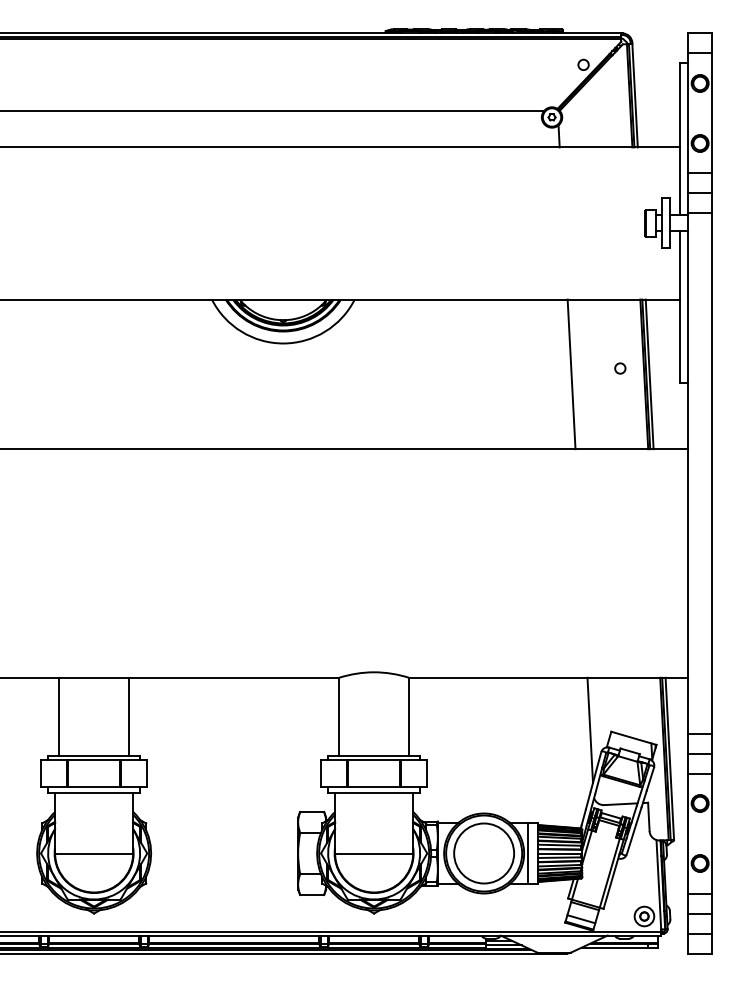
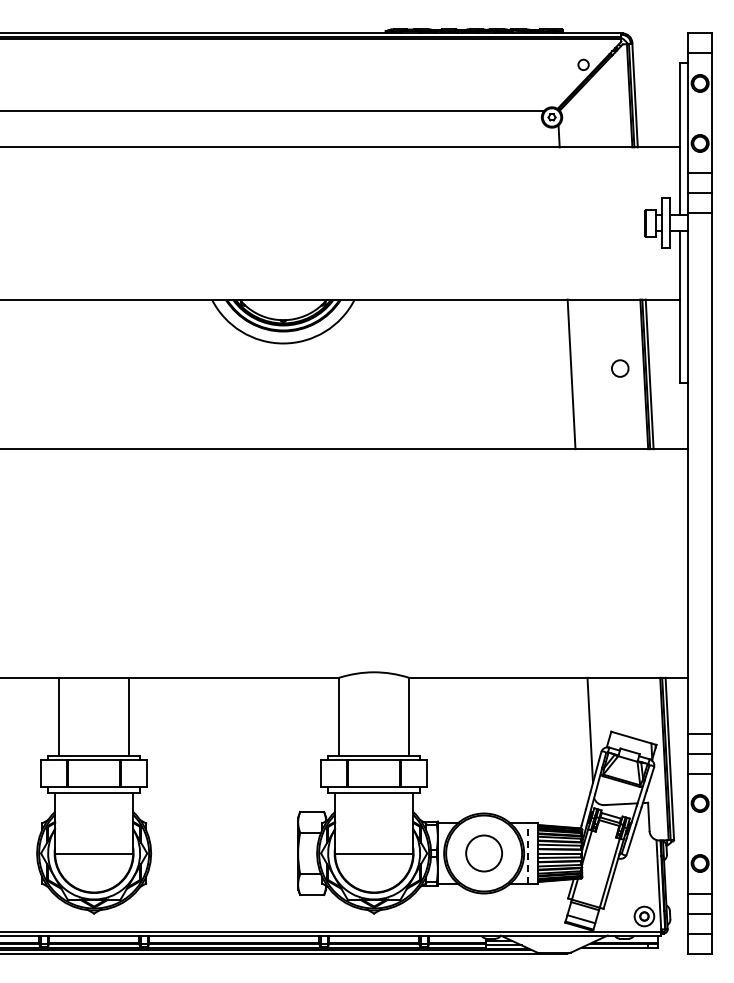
circle at (620, 368) size: 13x13 px -> 19x19 px
circle at (484, 853) diameter: 60 px -> 36 px
line at (528, 853): solid -> dashed
